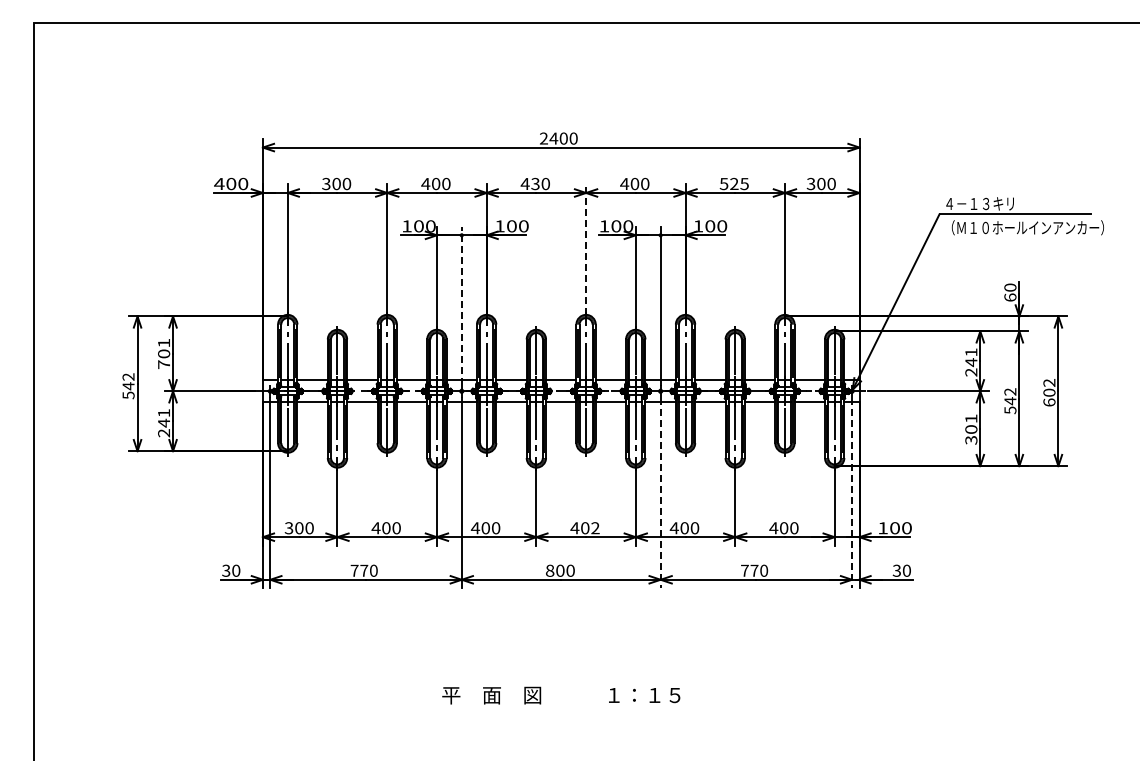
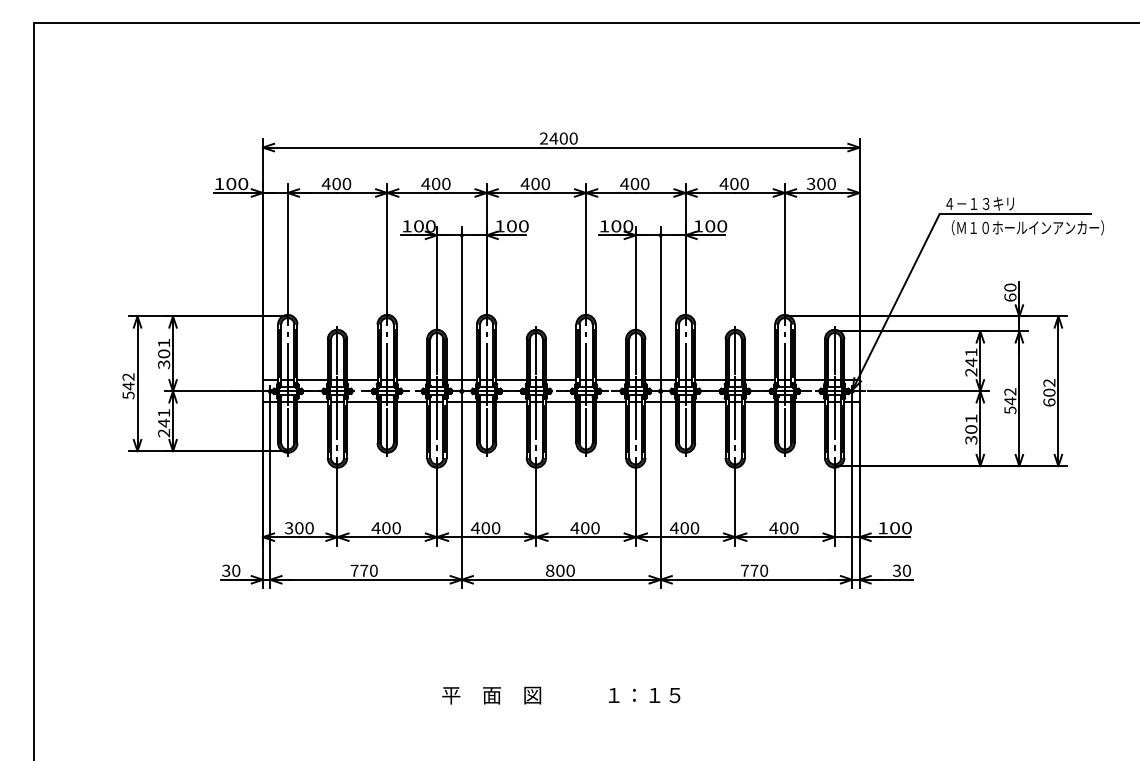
text at (219, 183): 400 -> 100
text at (325, 183): 300 -> 400
text at (535, 183): 430 -> 400
text at (733, 183): 525 -> 400
line at (586, 249): dashed -> solid
line at (461, 305): dashed -> solid
text at (164, 364): 701 -> 301
line at (660, 493): dashed -> solid
line at (852, 493): dashed -> solid
text at (595, 528): 402 -> 400
